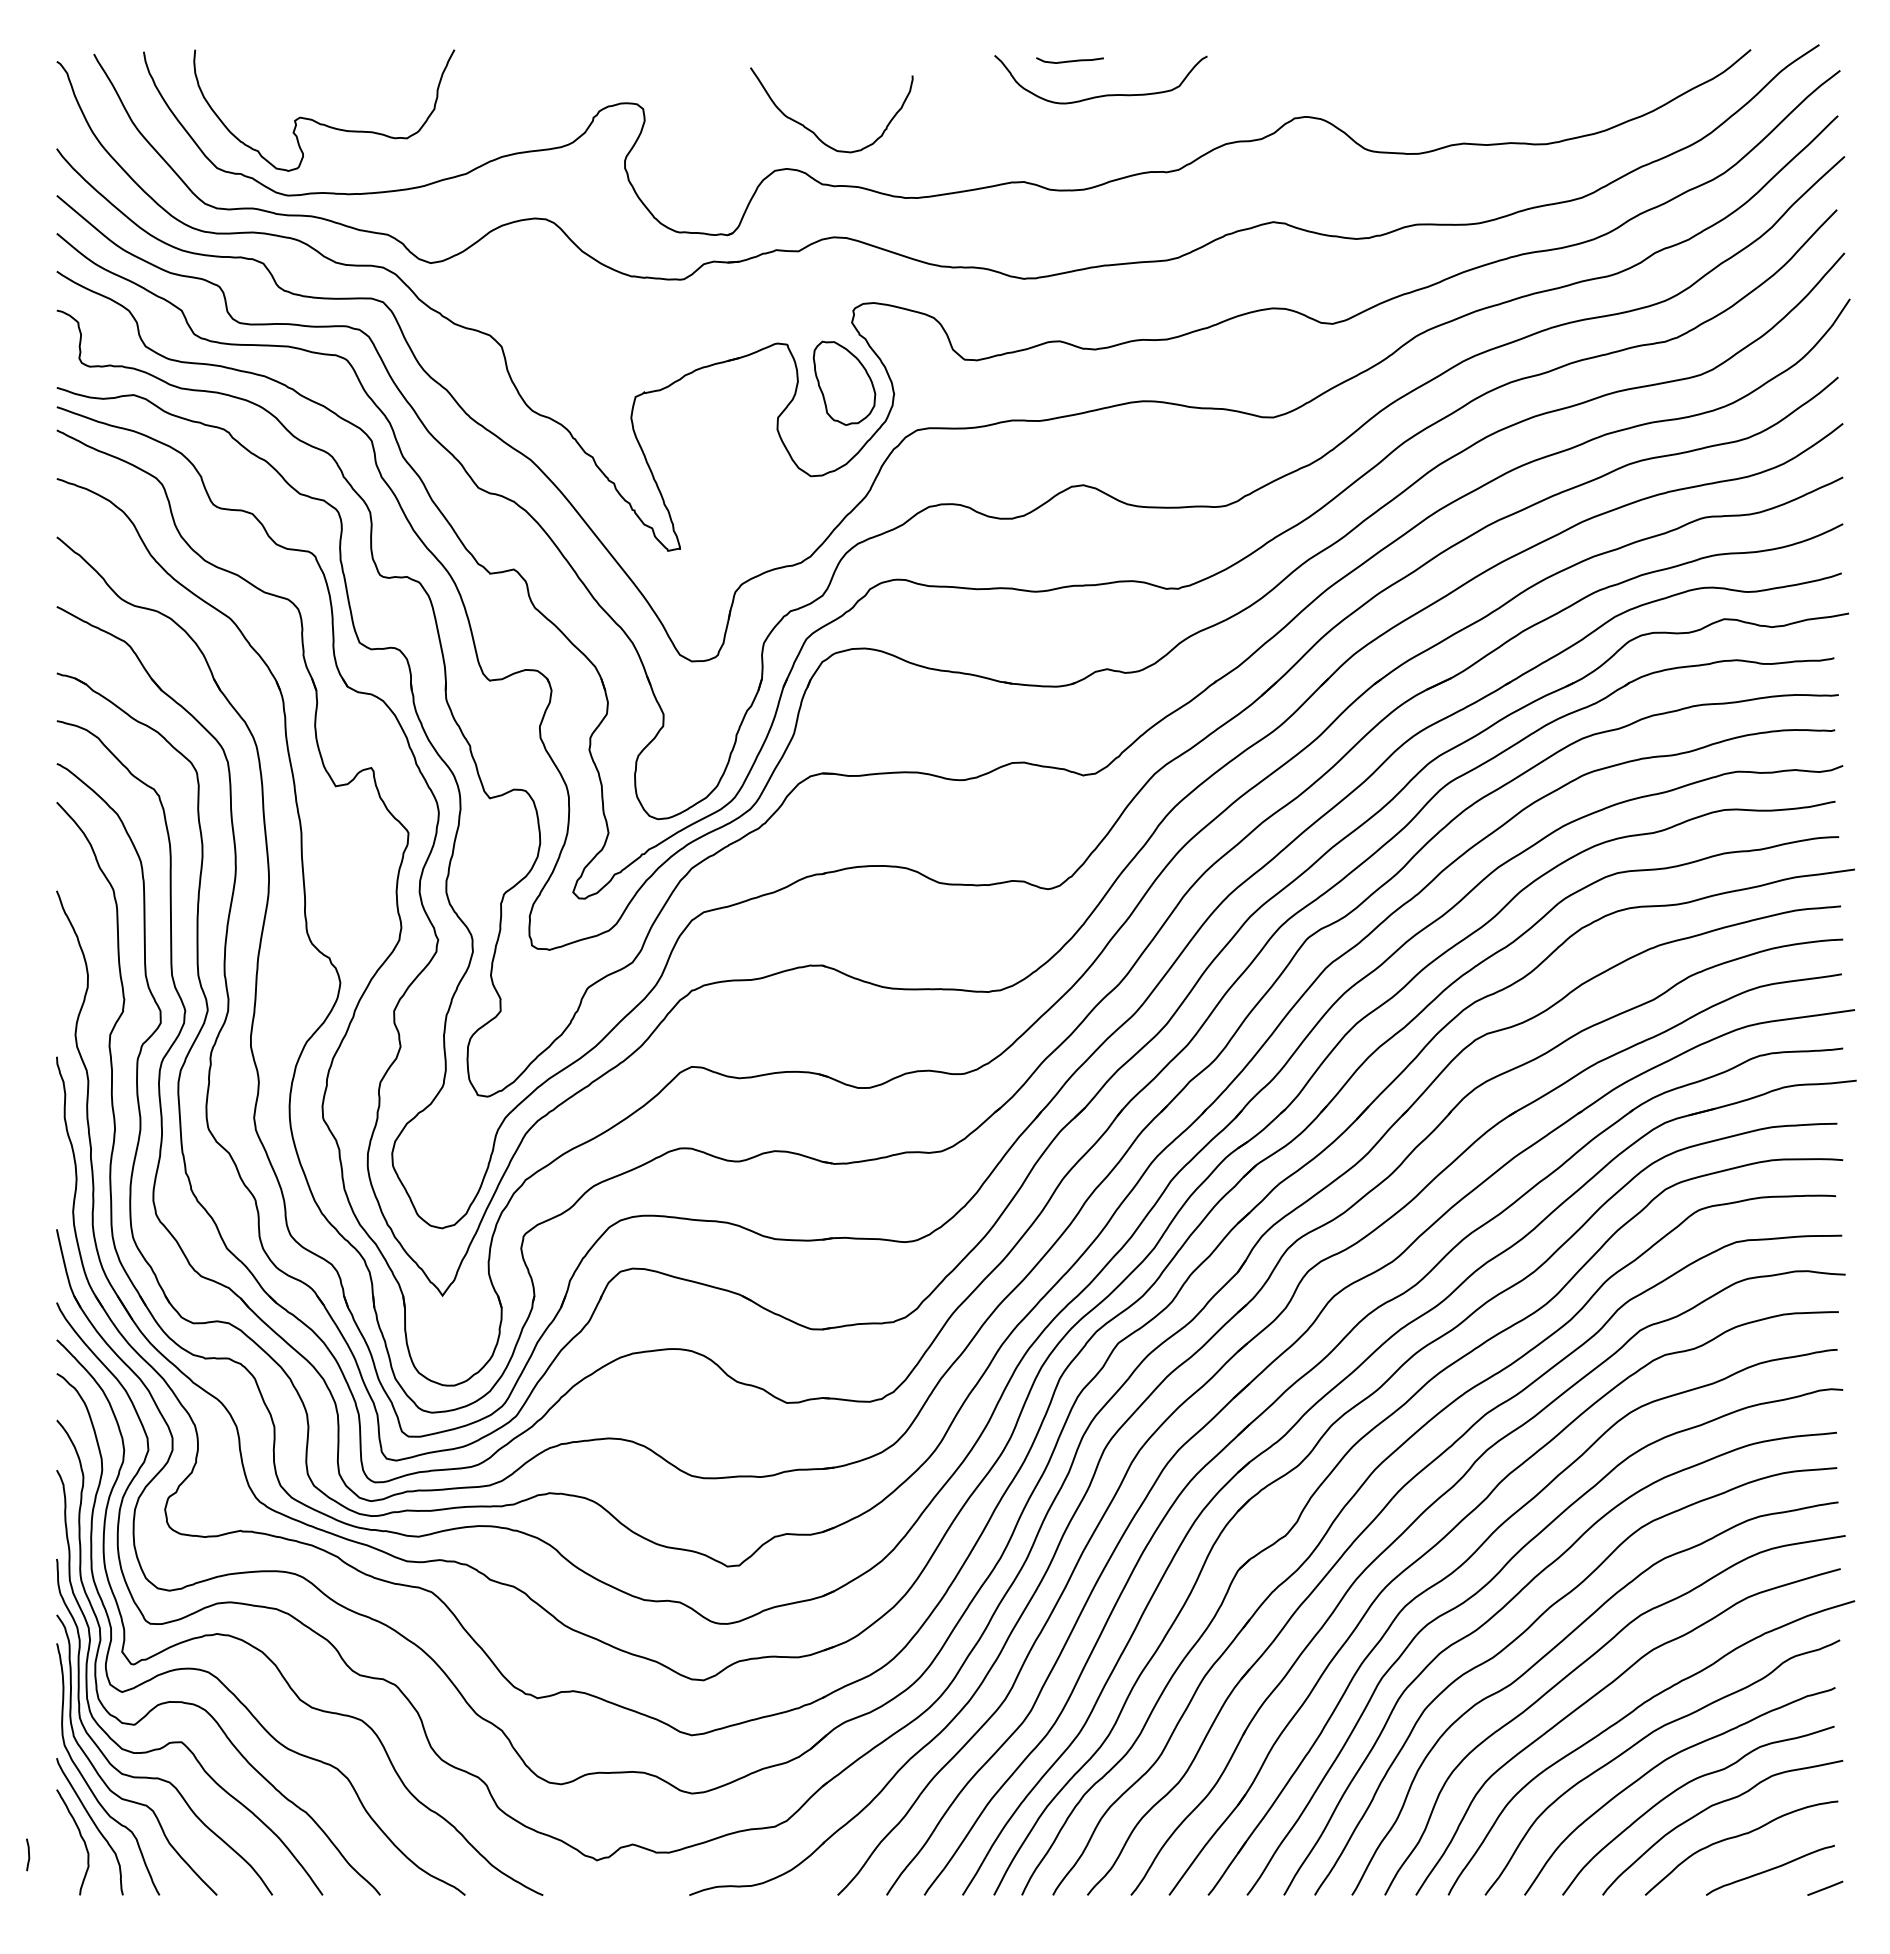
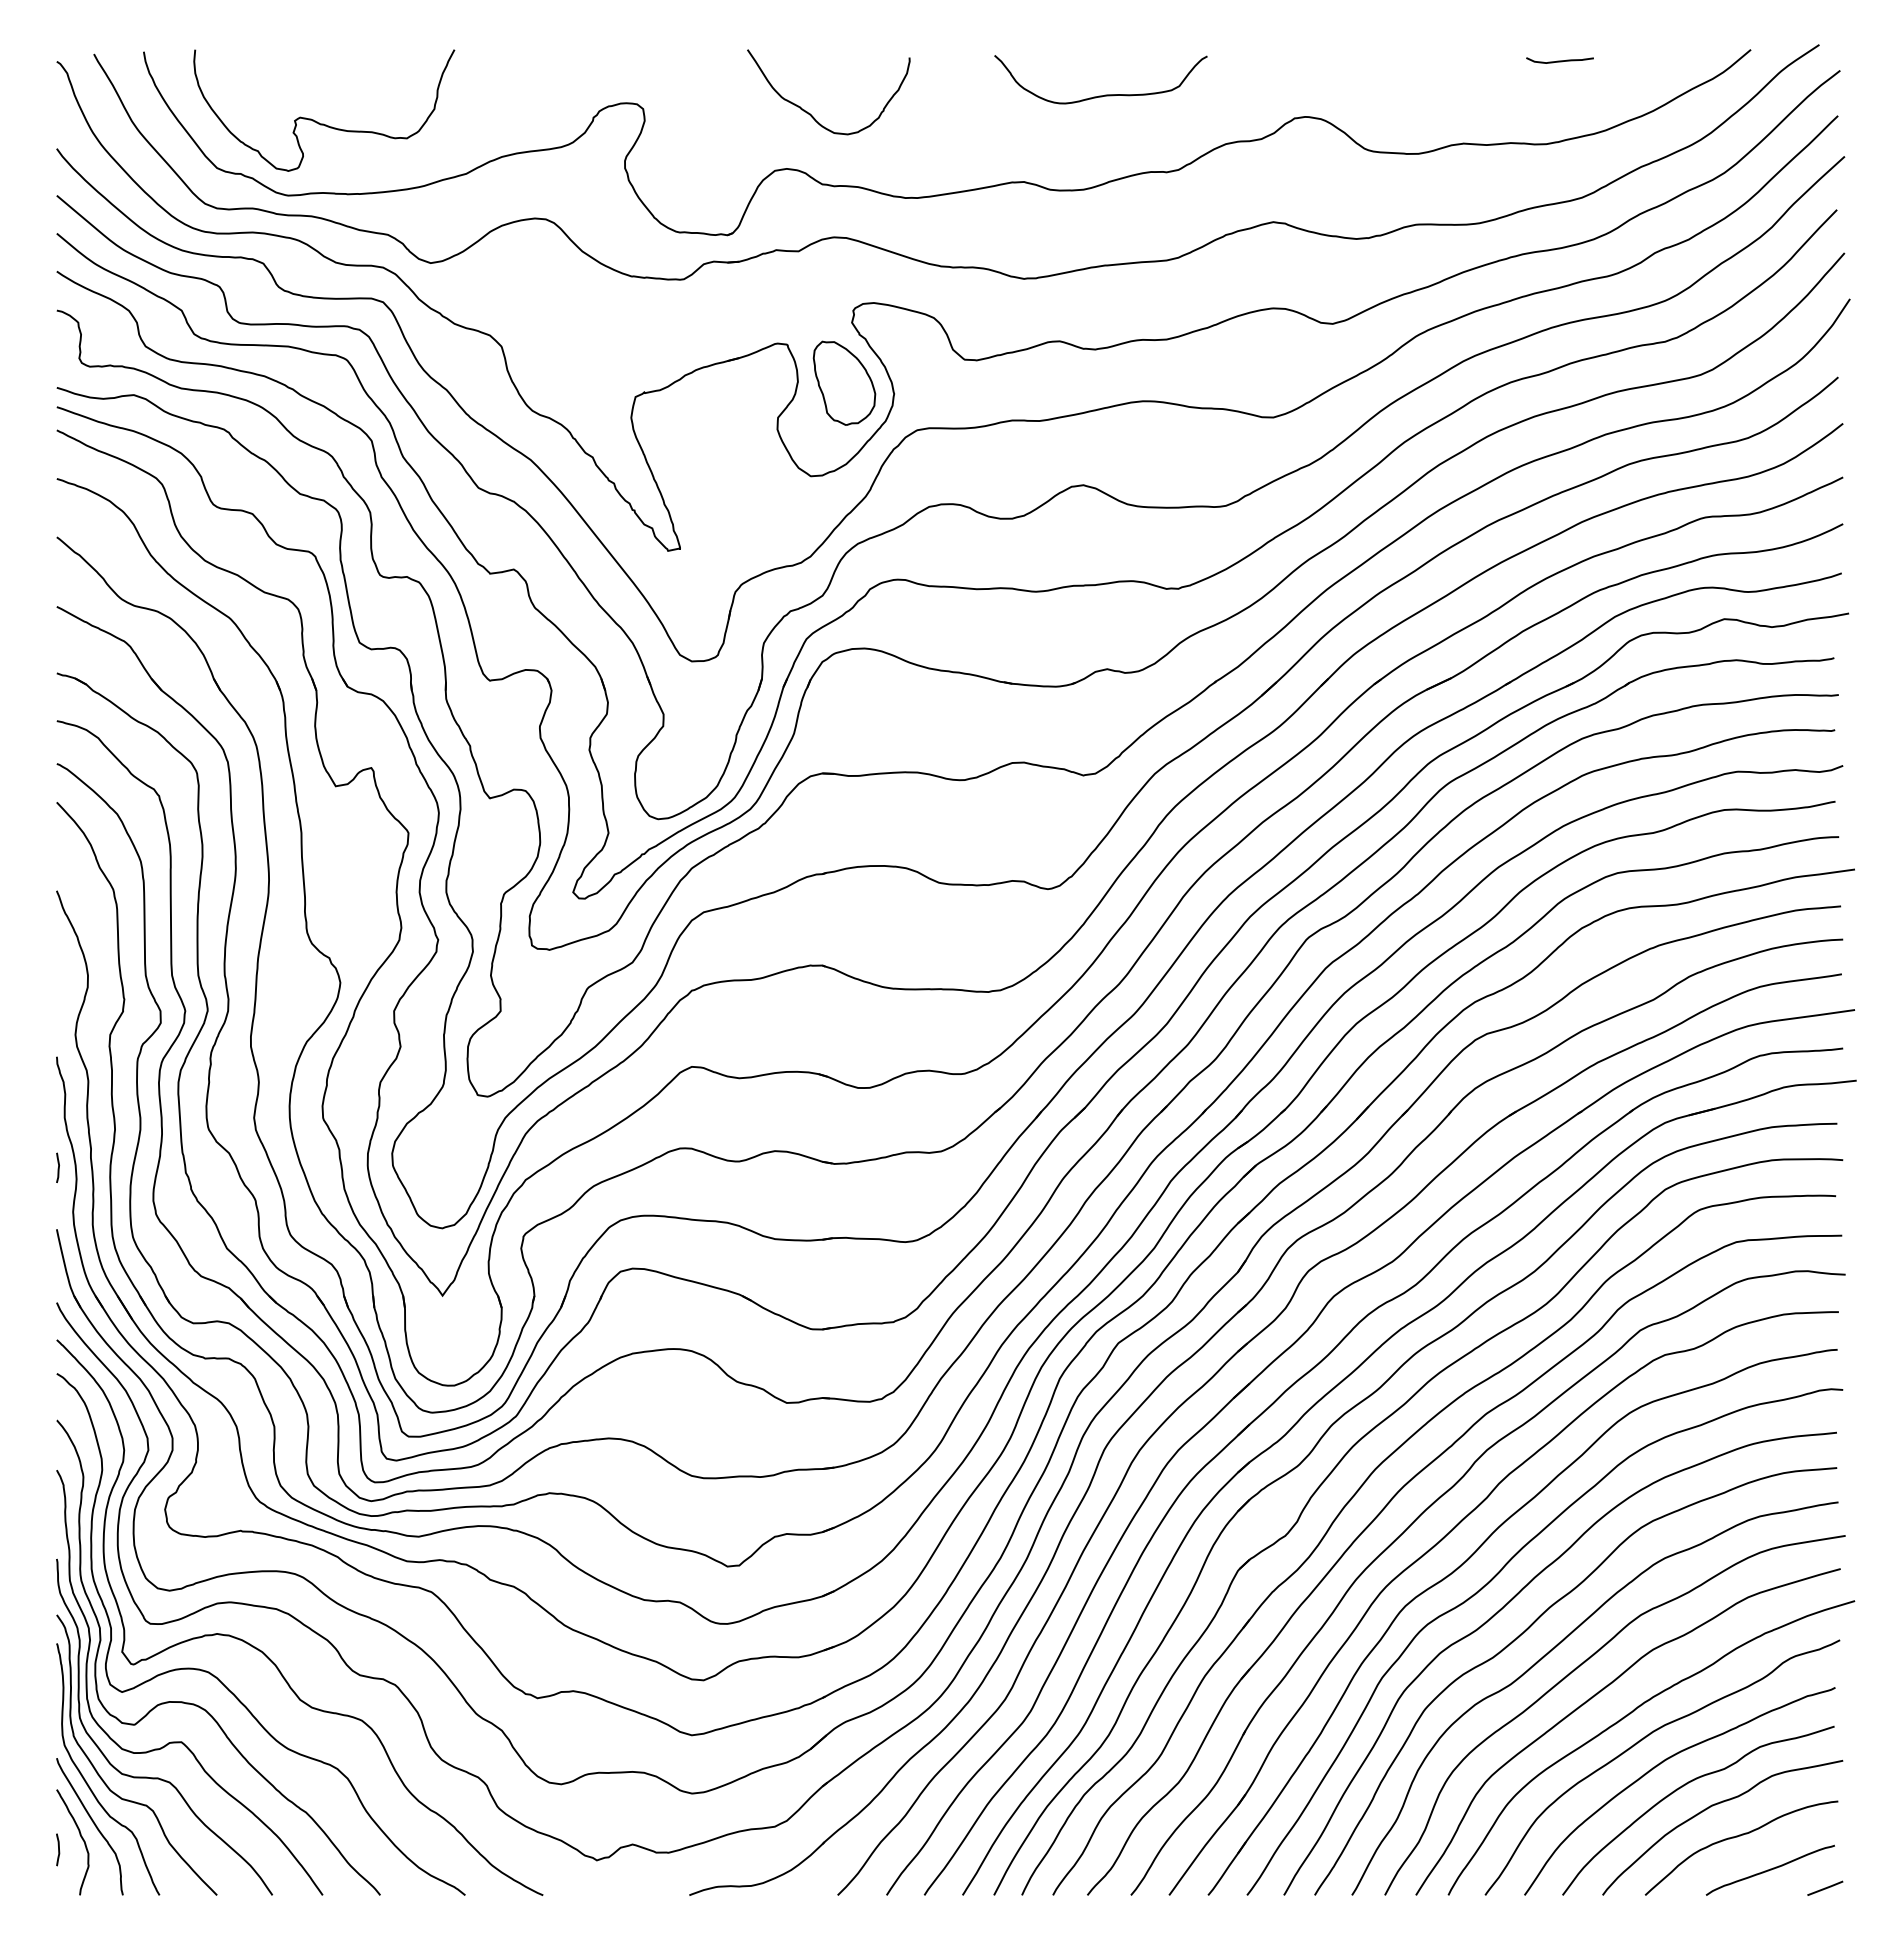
curve at (1069, 60) position: (1069, 60) -> (1559, 60)
curve at (812, 130) position: (812, 130) -> (809, 112)
line at (58, 1167): none -> present
curve at (28, 1854) position: (28, 1854) -> (58, 1849)
